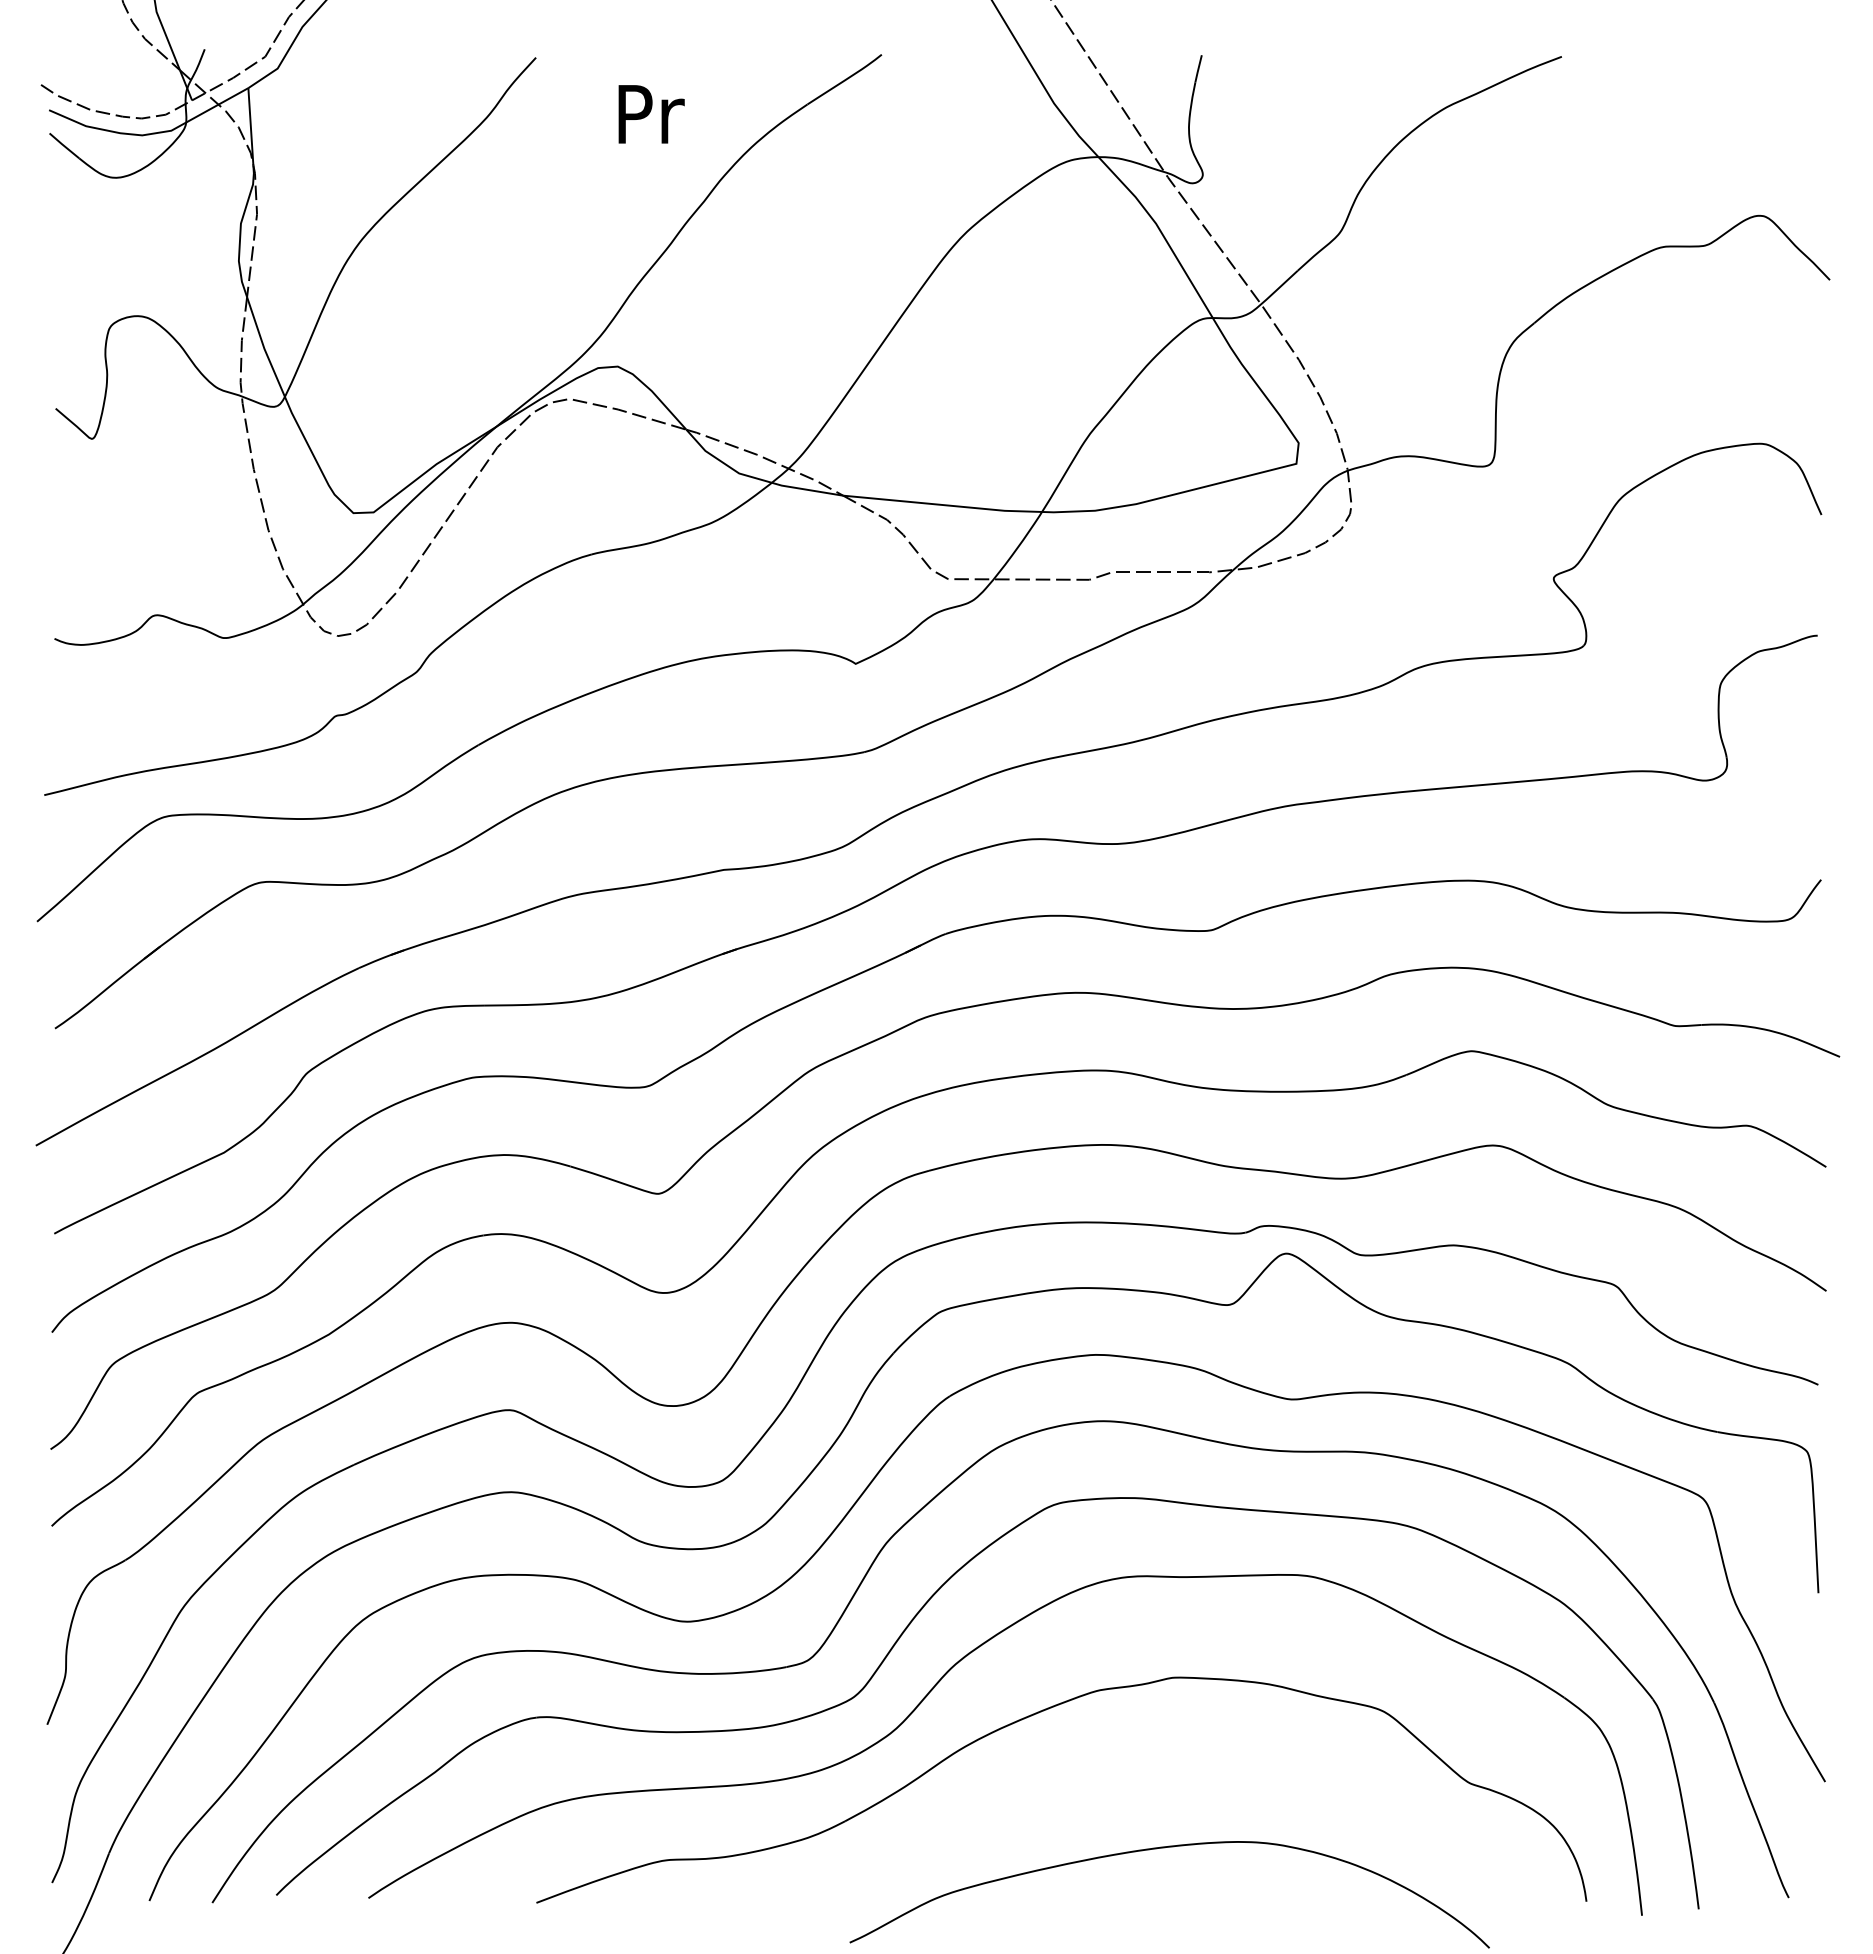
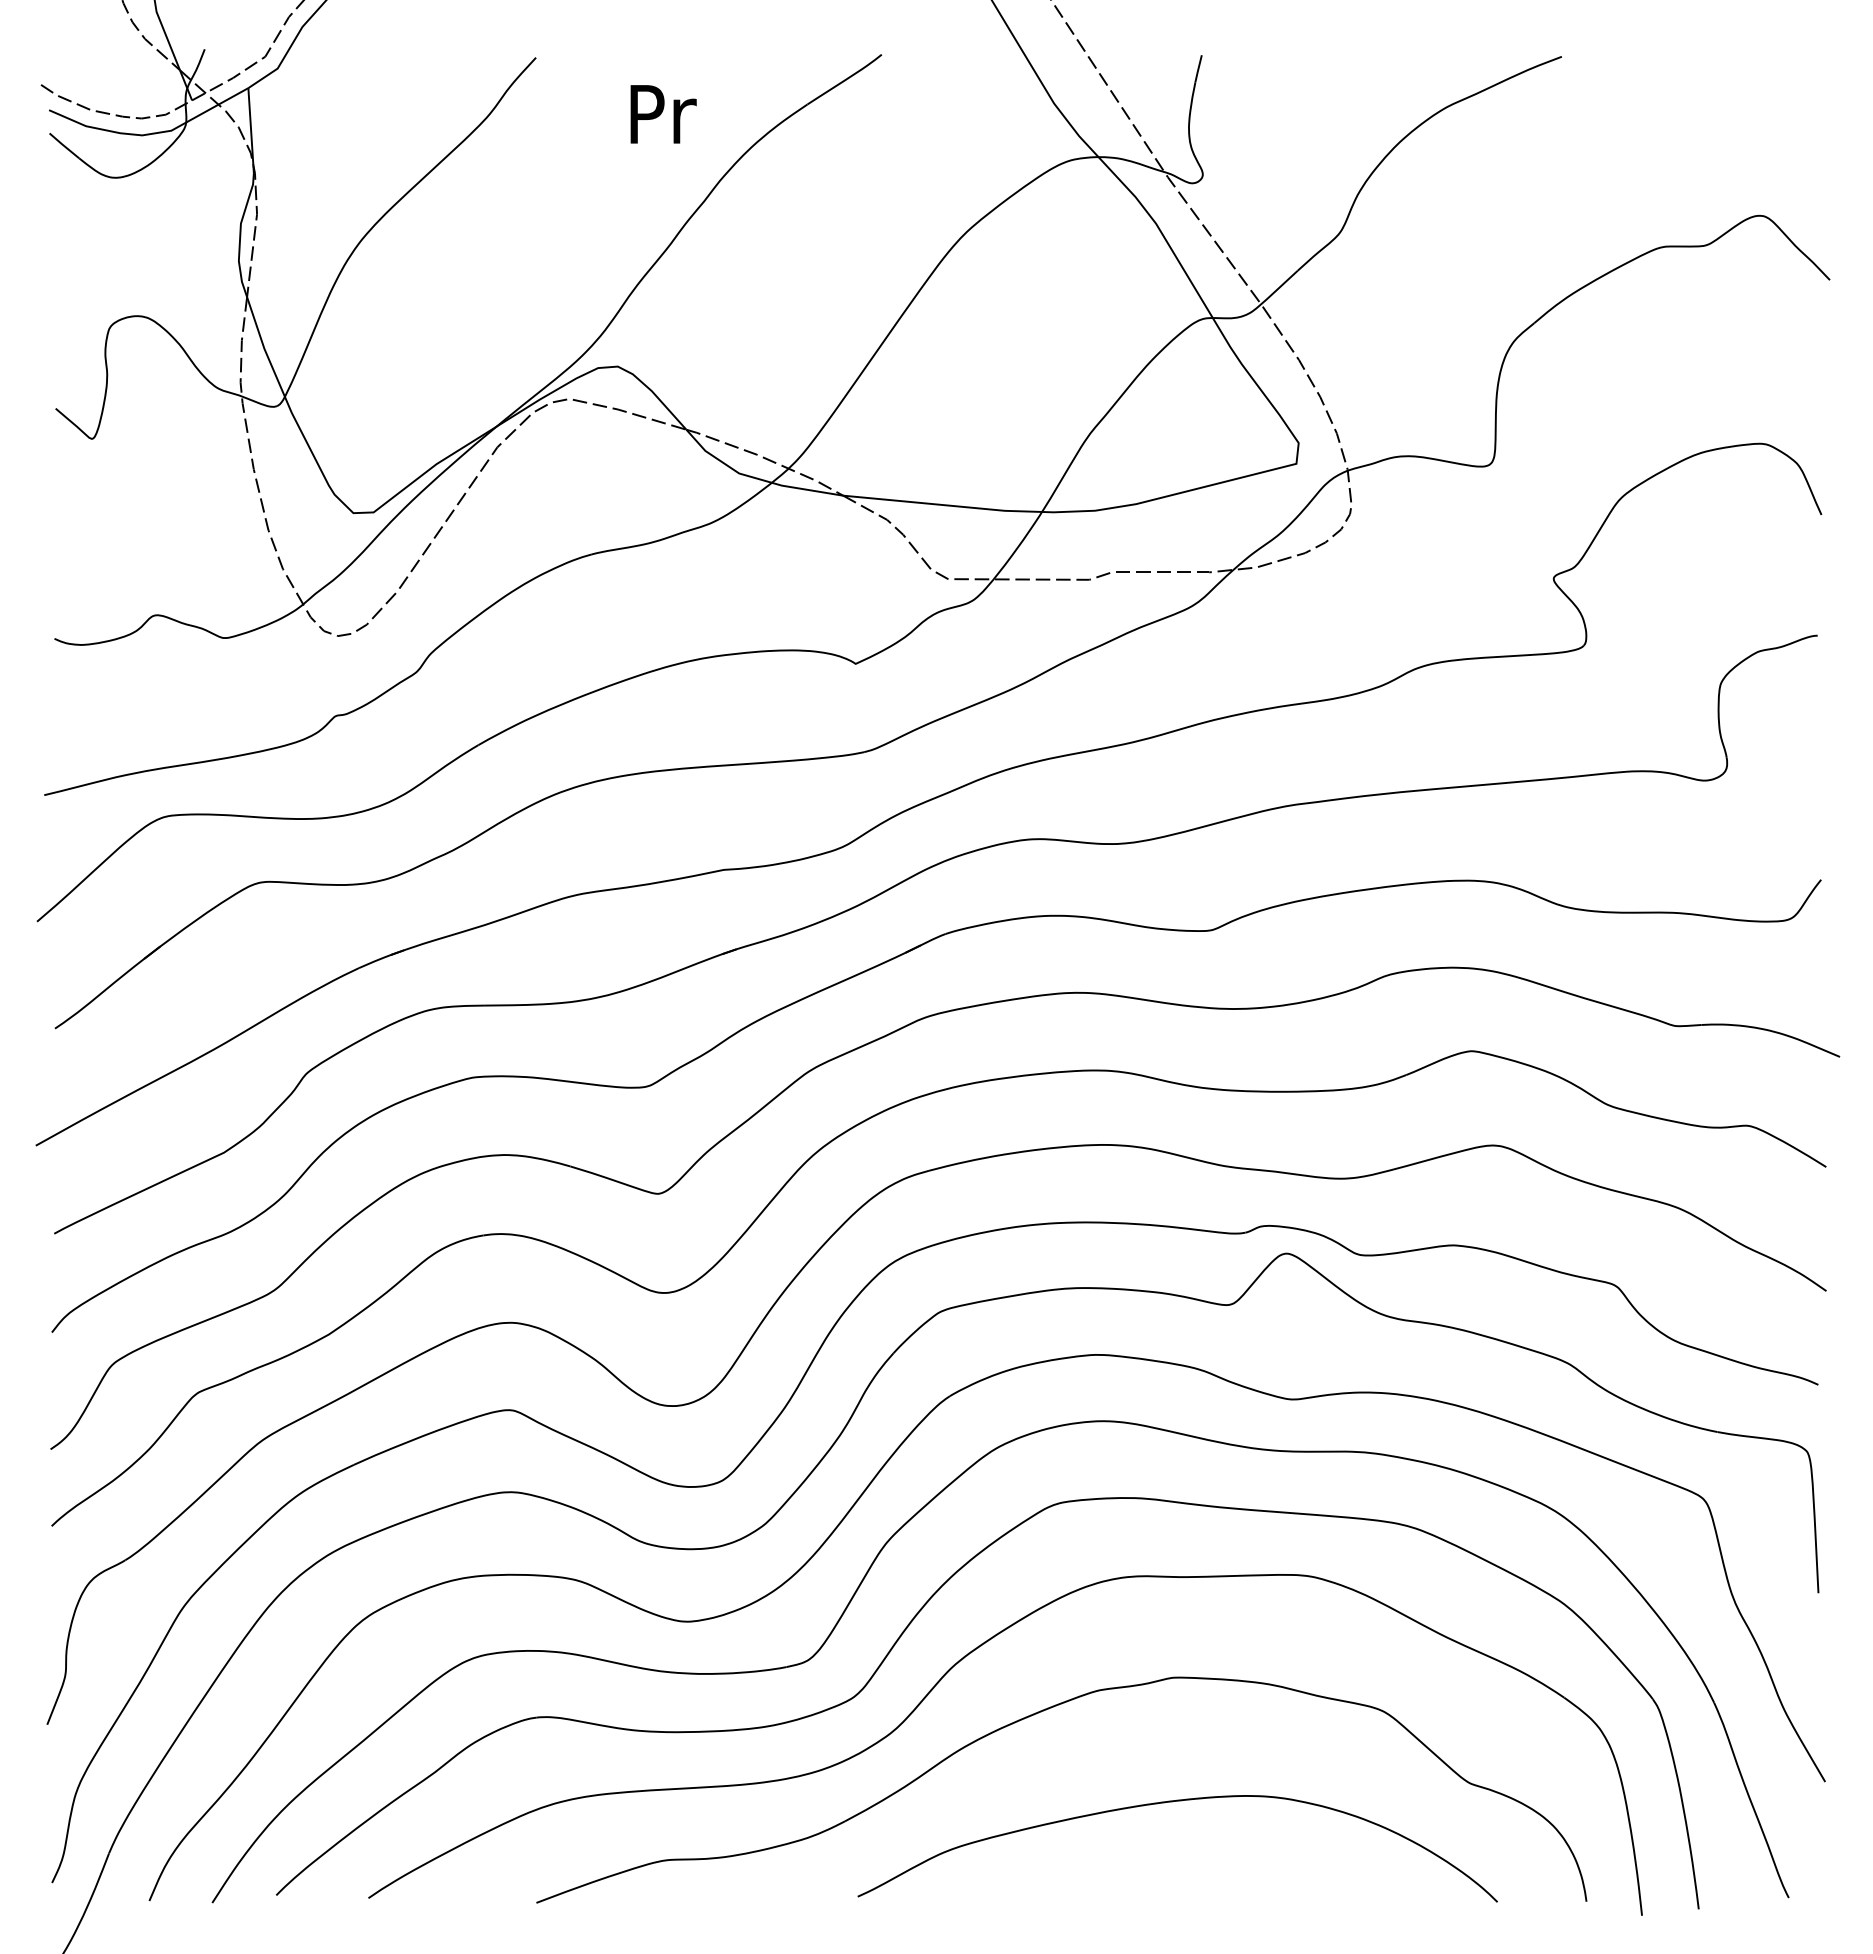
text at (651, 114) position: (651, 114) -> (663, 114)
curve at (1164, 1848) position: (1164, 1848) -> (1172, 1802)
